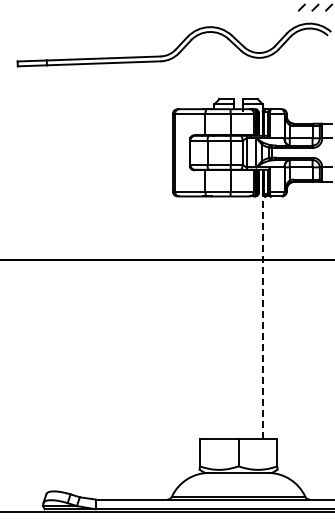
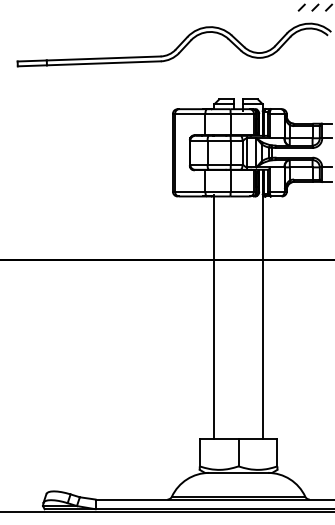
line at (214, 316): none -> present
line at (262, 316): dashed -> solid
